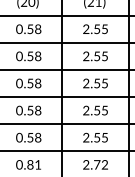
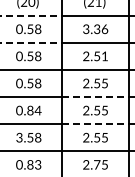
line at (31, 15): solid -> dashed
text at (95, 28): 2.55 -> 3.36
line at (31, 42): solid -> dashed
text at (104, 56): 2.55 -> 2.51
line at (96, 97): solid -> dashed
text at (34, 110): 0.58 -> 0.84
line at (96, 124): solid -> dashed
text at (19, 137): 0.58 -> 3.58
text at (38, 164): 0.81 -> 0.83
text at (104, 164): 2.72 -> 2.75
